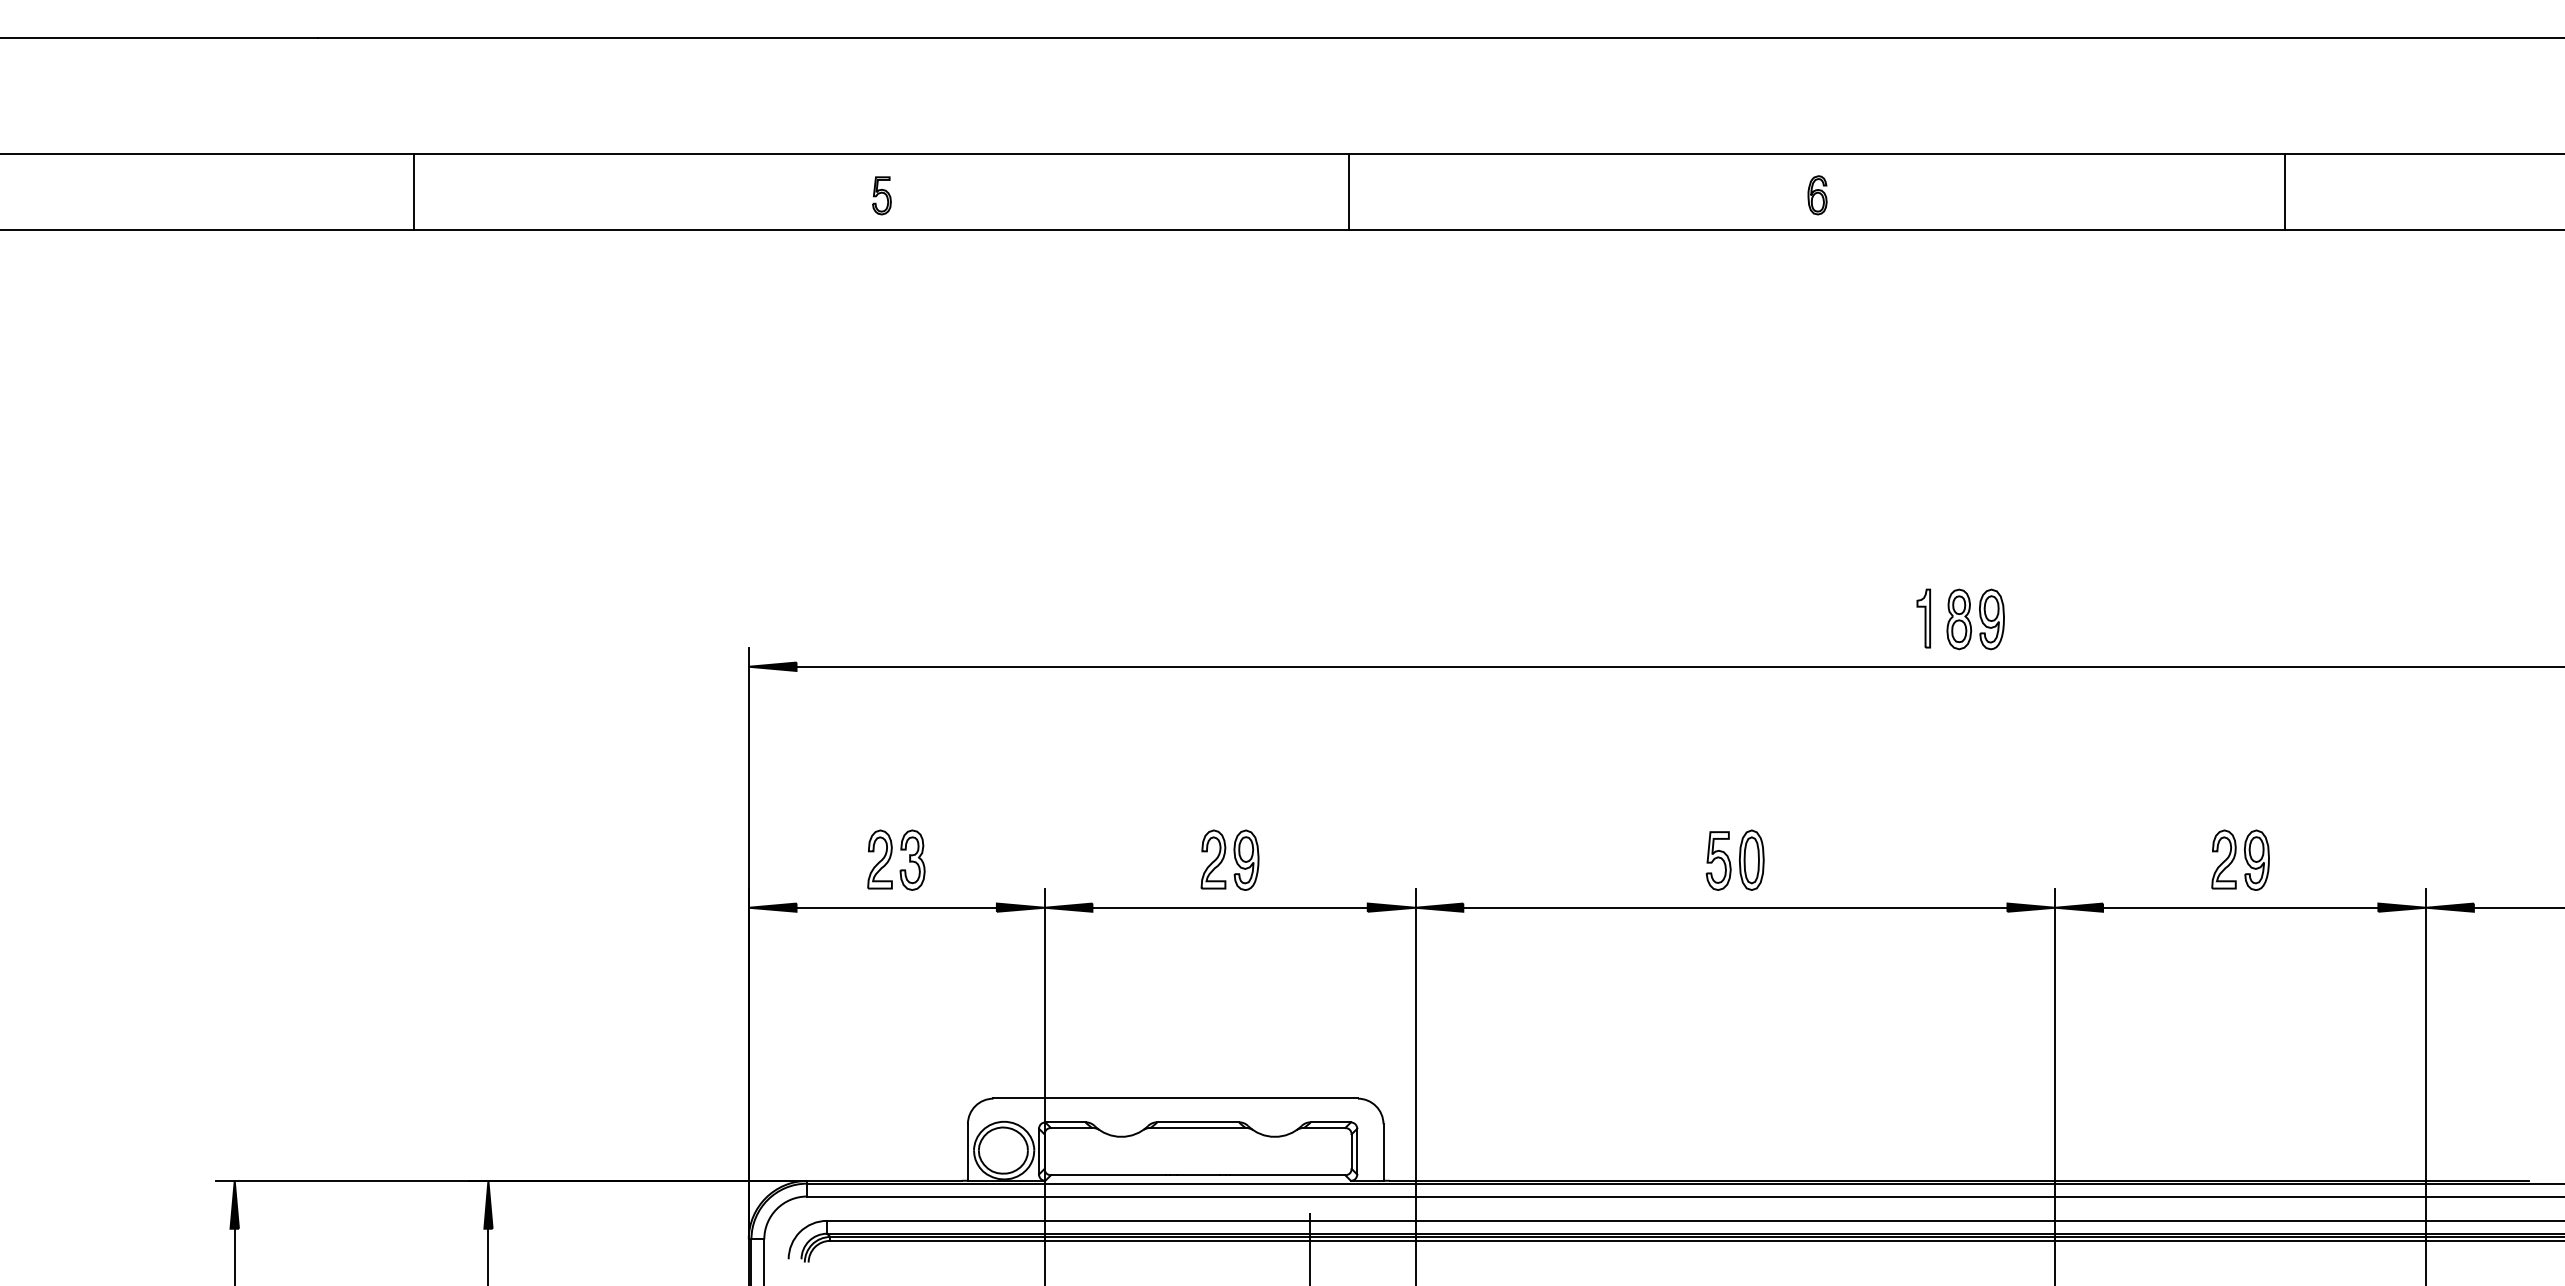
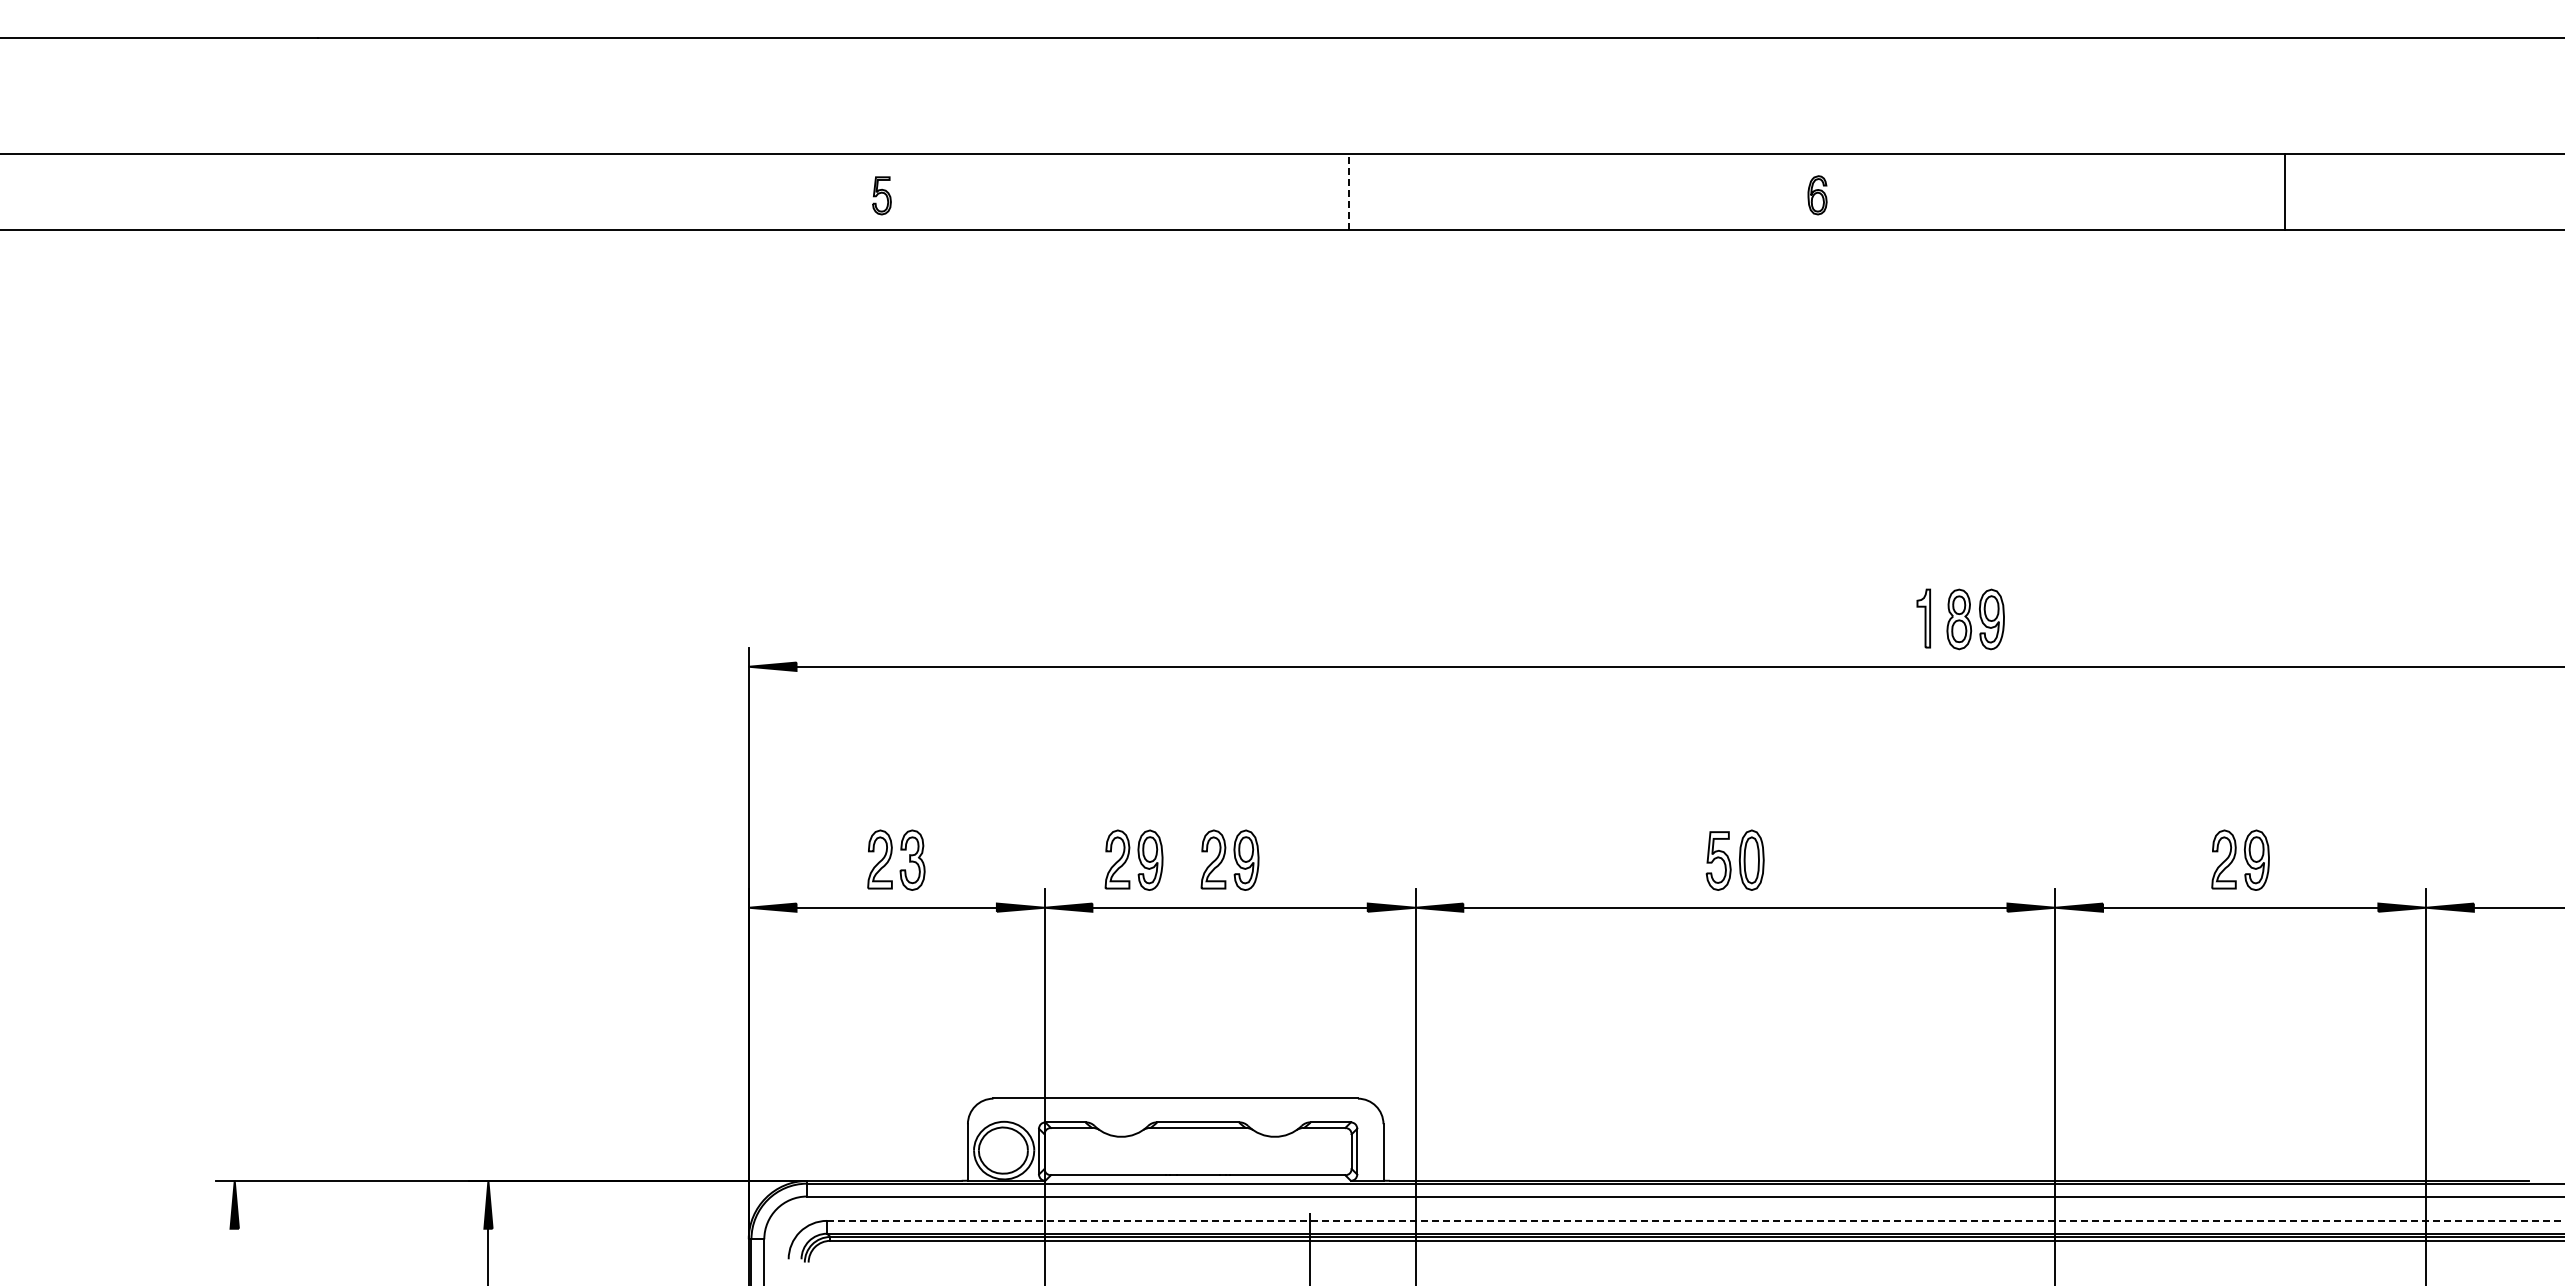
line at (413, 191): present -> none
line at (1349, 191): solid -> dashed
part at (1133, 859): none -> present
line at (1695, 1220): solid -> dashed
line at (234, 1255): present -> none
